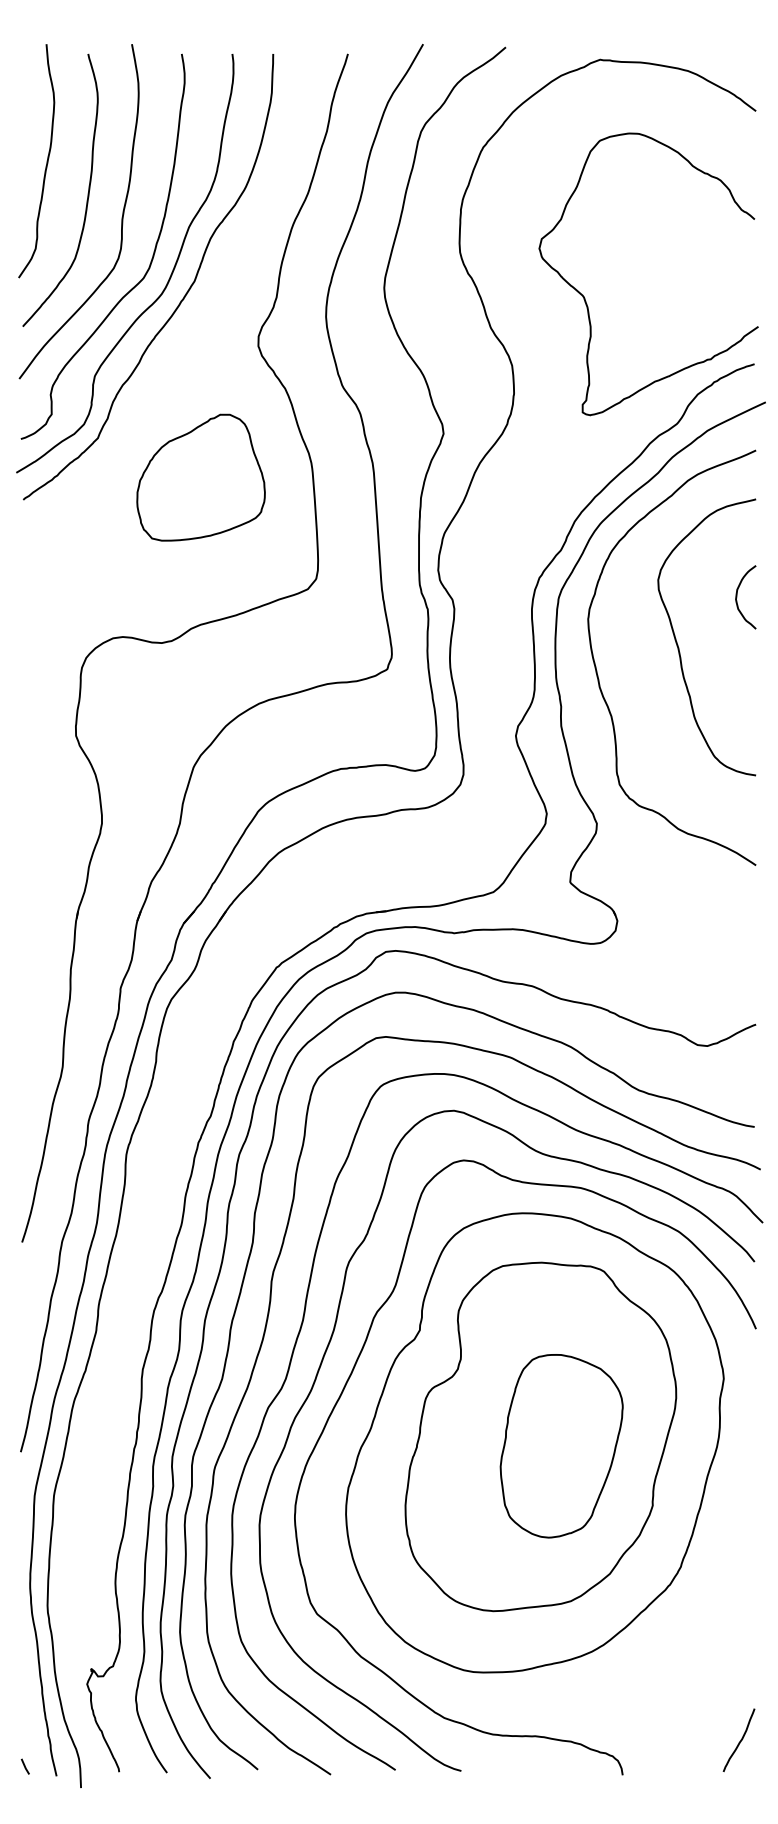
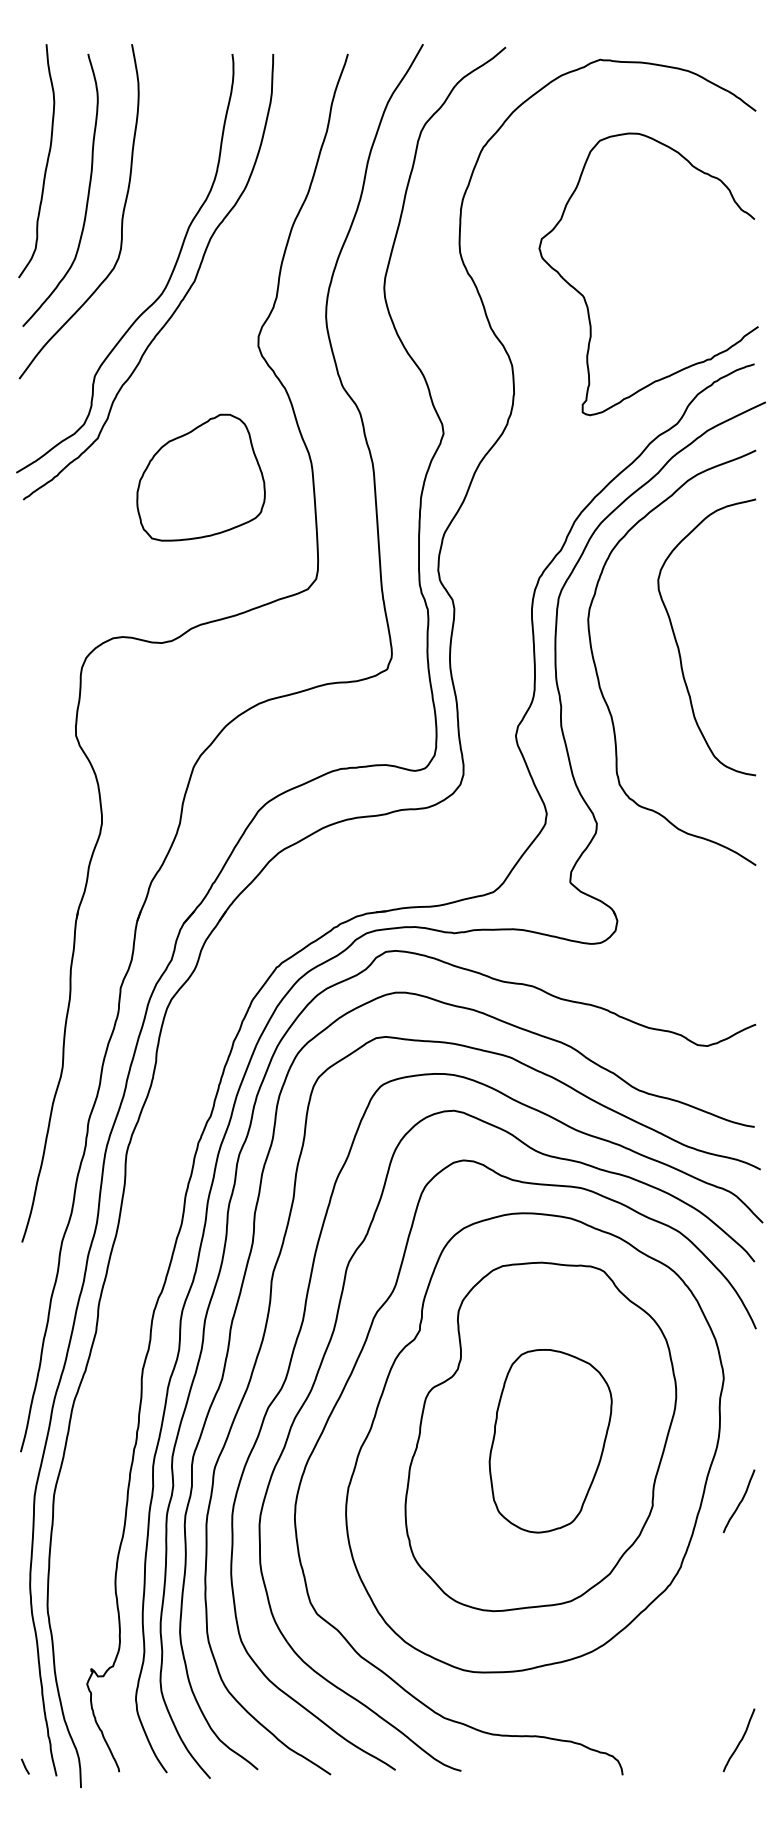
curve at (145, 272): present -> none
curve at (737, 597): present -> none
part at (561, 1446) position: (561, 1446) -> (550, 1441)
curve at (739, 1502): none -> present
